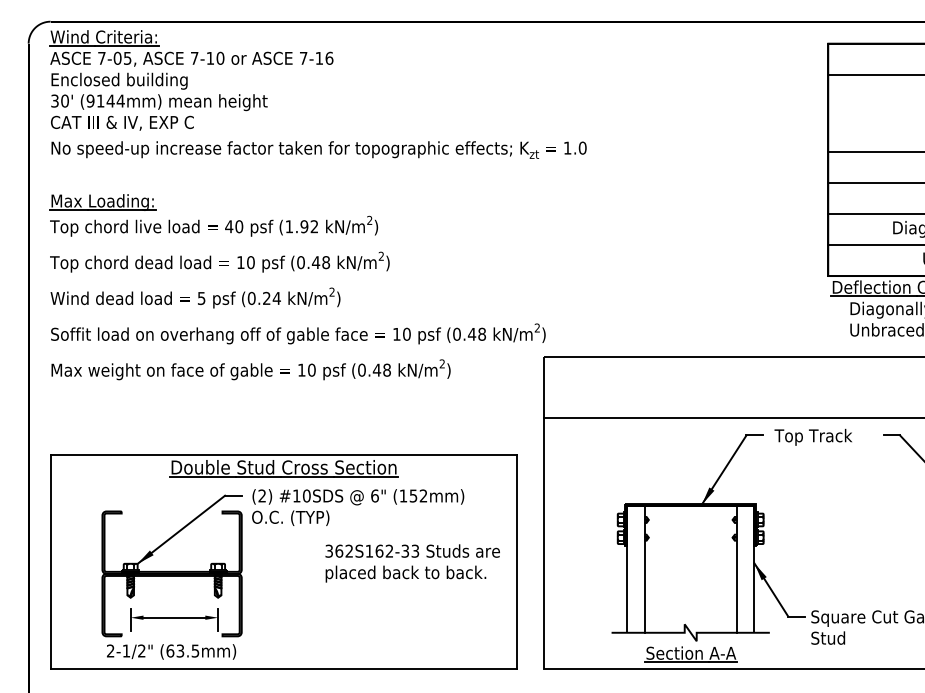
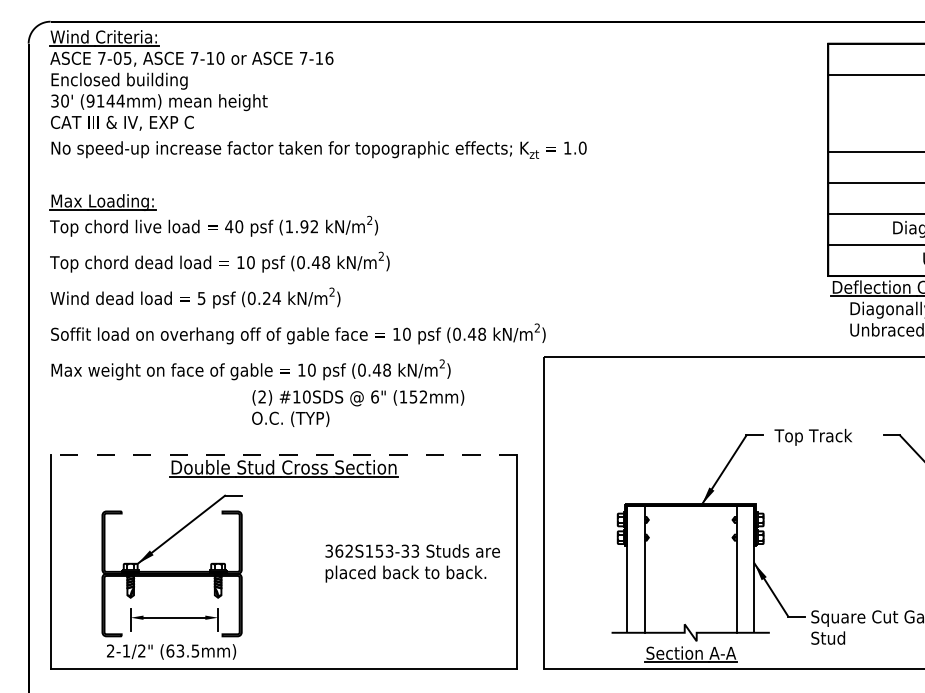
line at (732, 418): present -> none
line at (283, 455): solid -> dashed
text at (358, 507) position: (358, 507) -> (358, 408)
text at (384, 550): 362S162-33 -> 362S153-33
